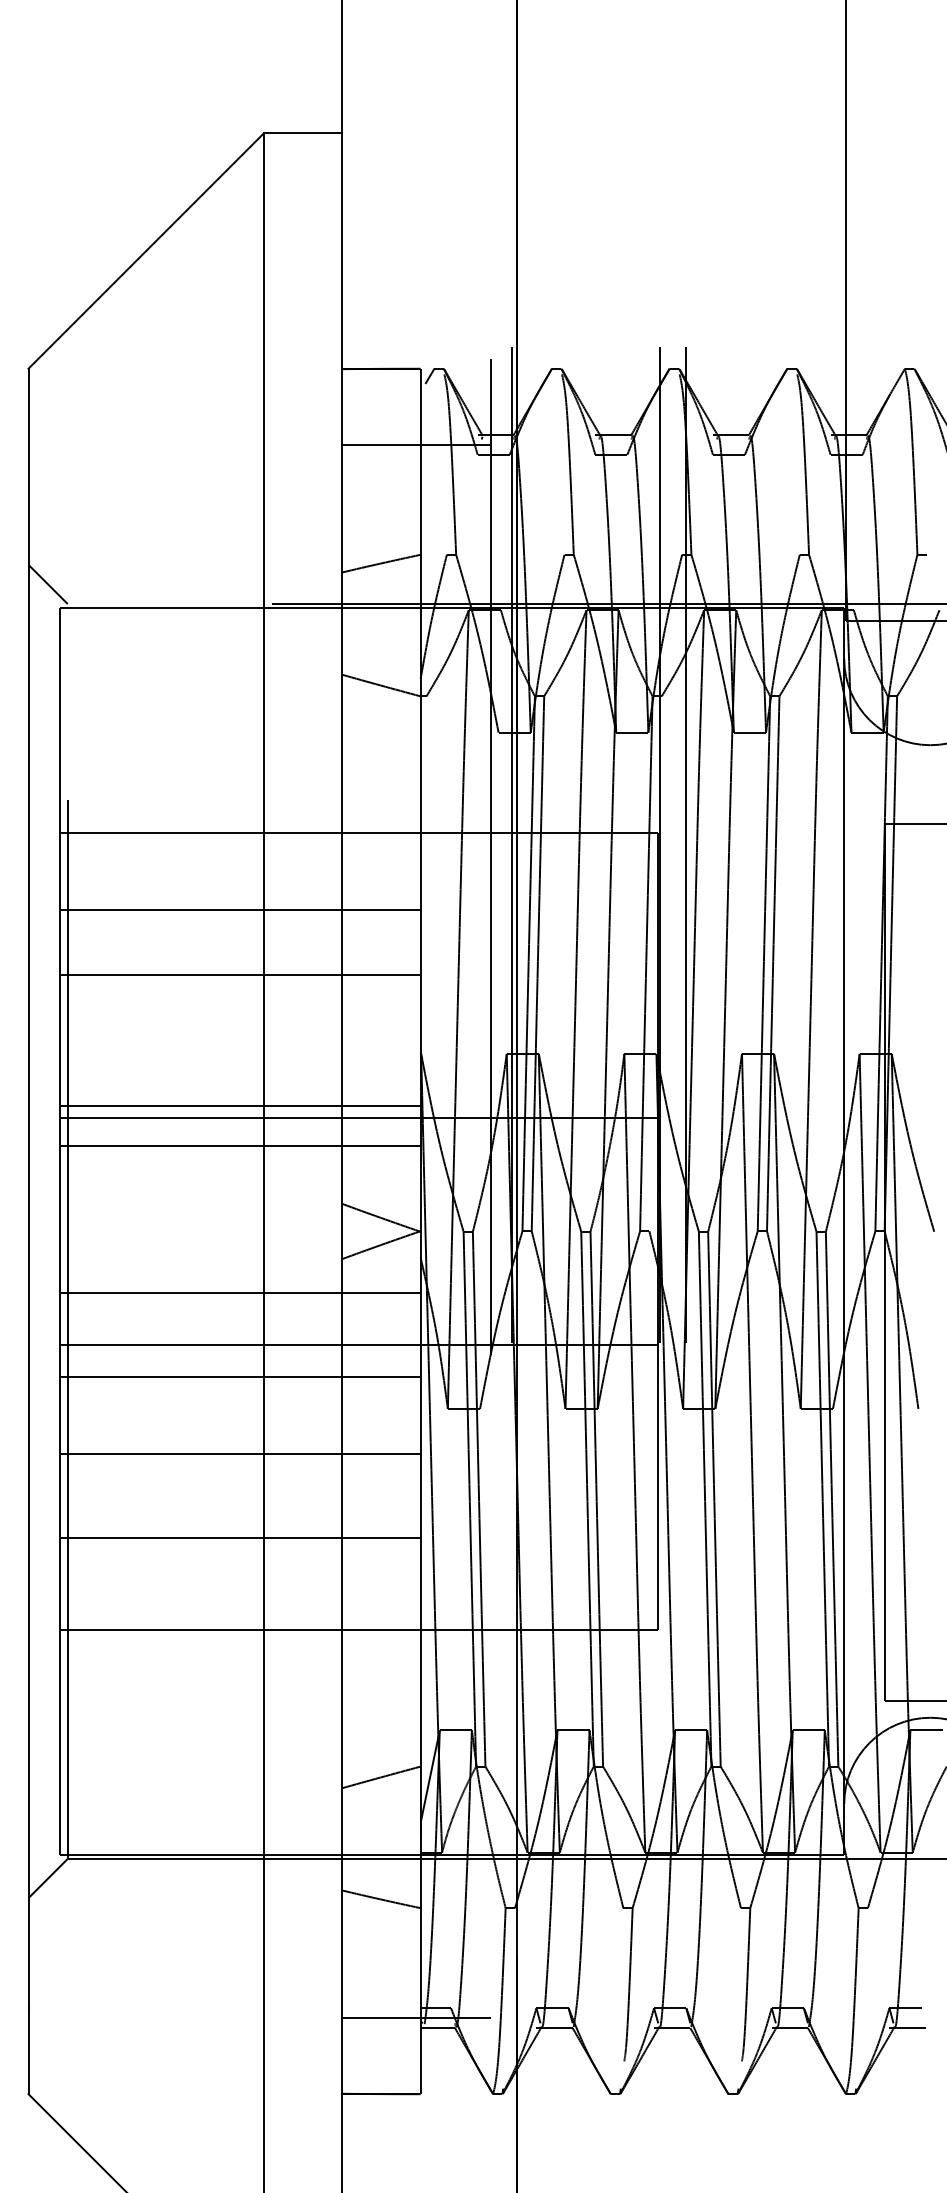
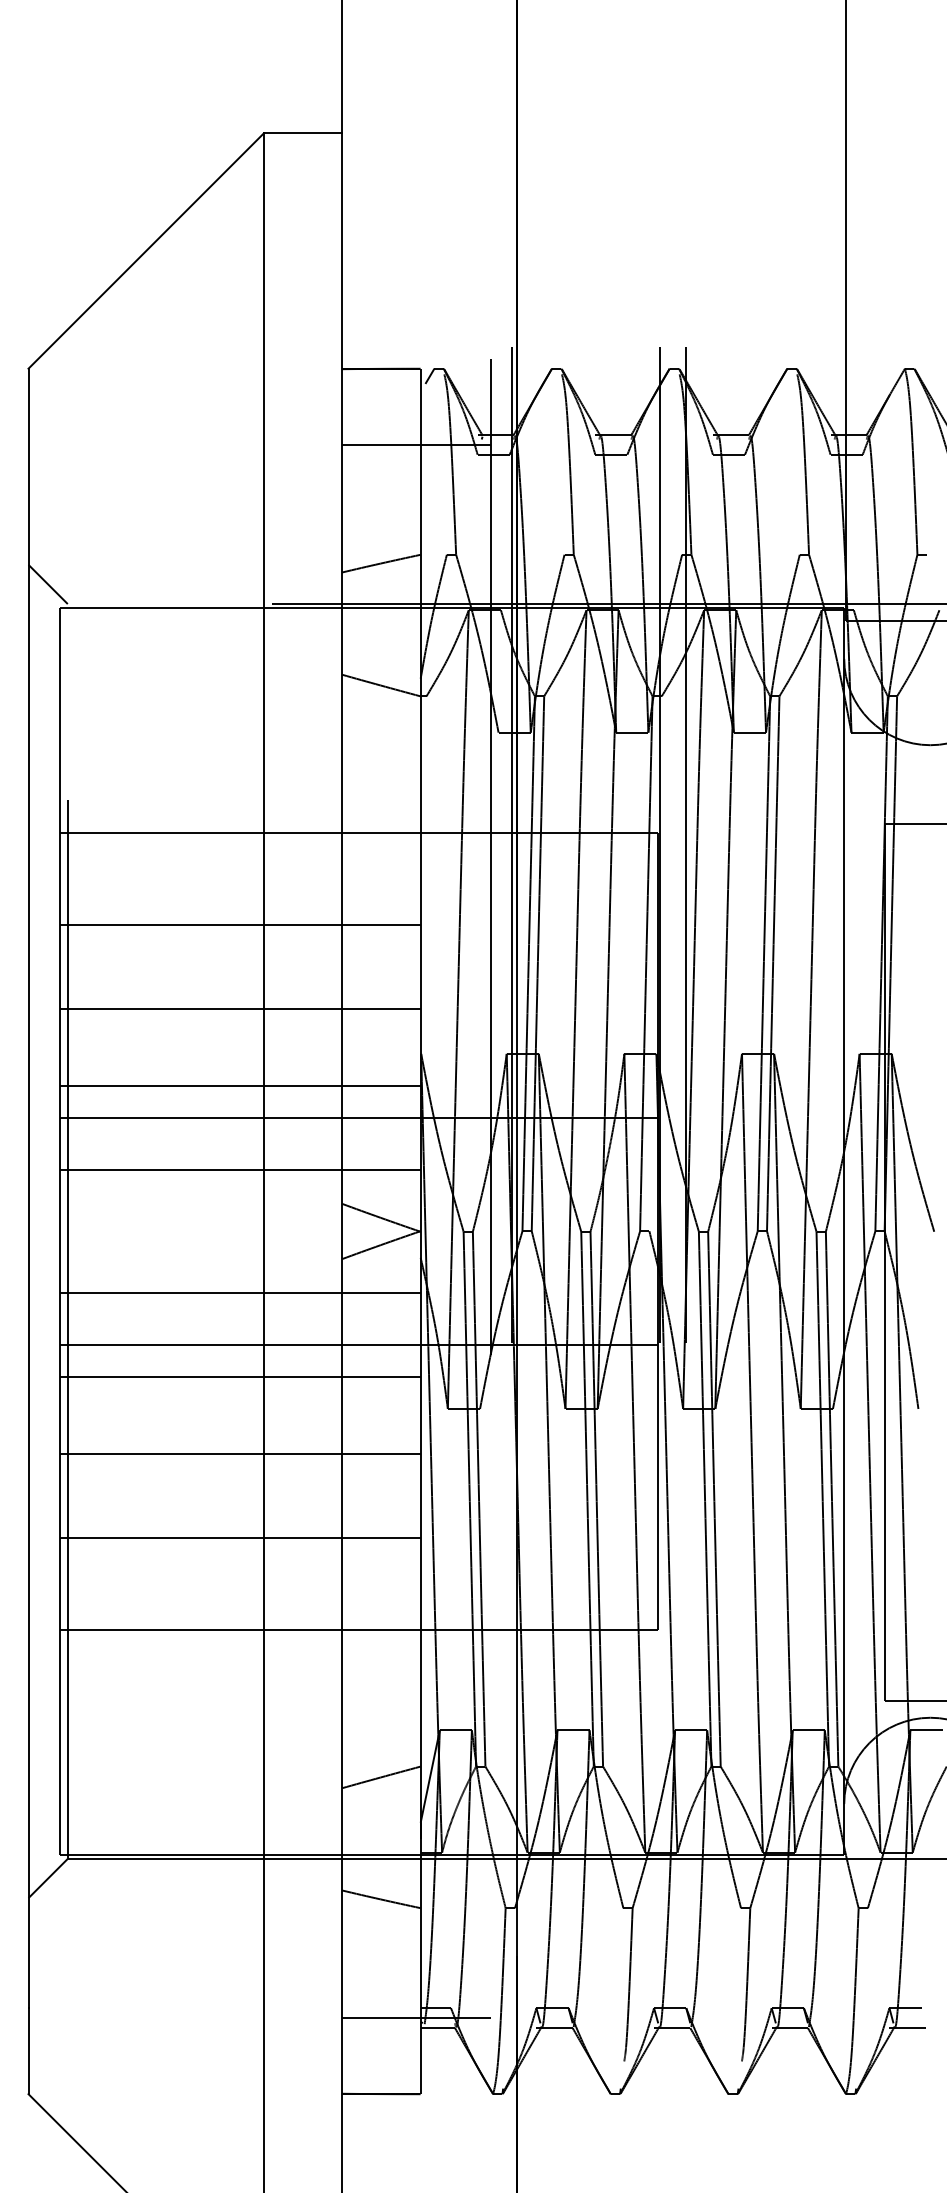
line at (239, 910) position: (239, 910) -> (239, 925)
line at (239, 974) position: (239, 974) -> (239, 1008)
line at (239, 1105) position: (239, 1105) -> (239, 1085)
line at (239, 1145) position: (239, 1145) -> (239, 1169)
